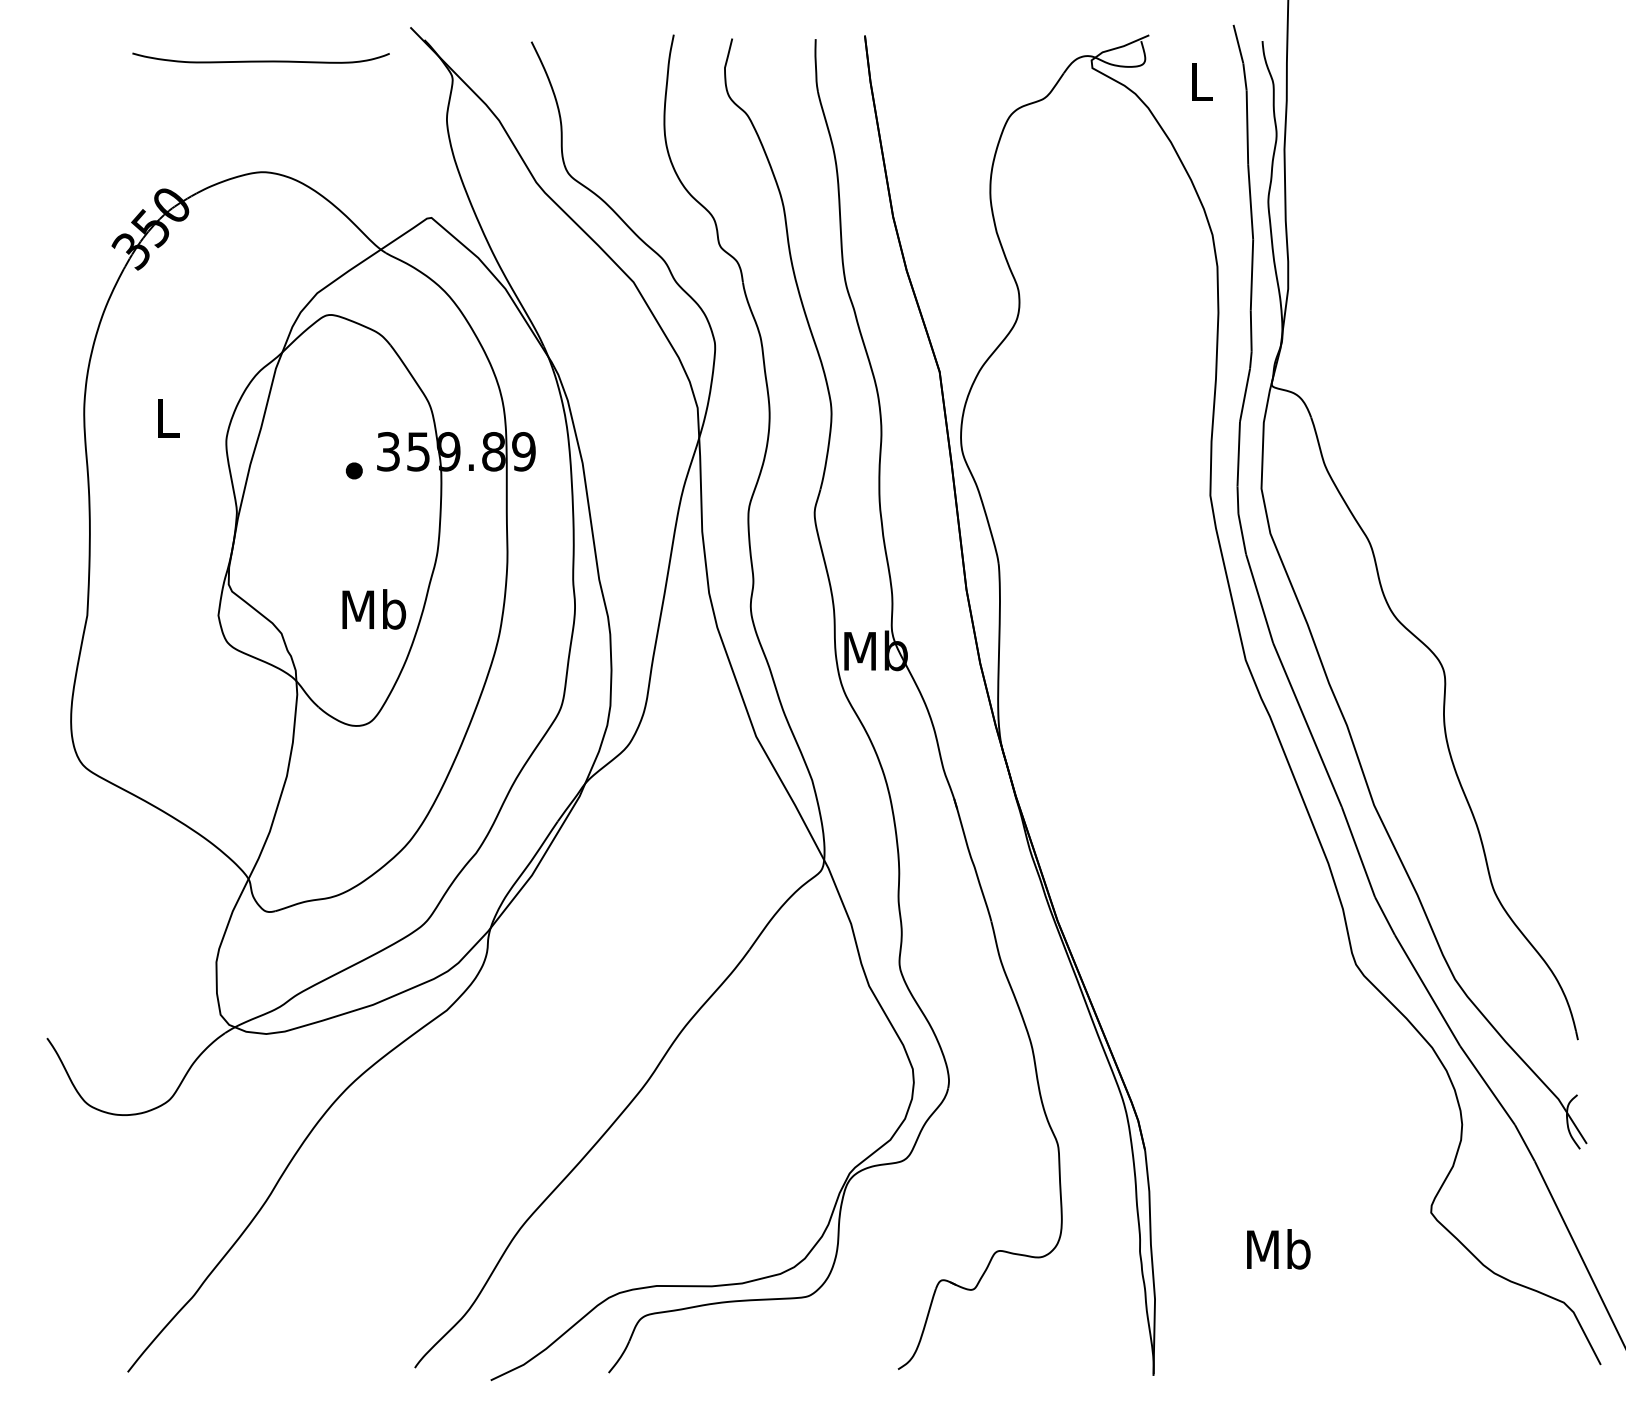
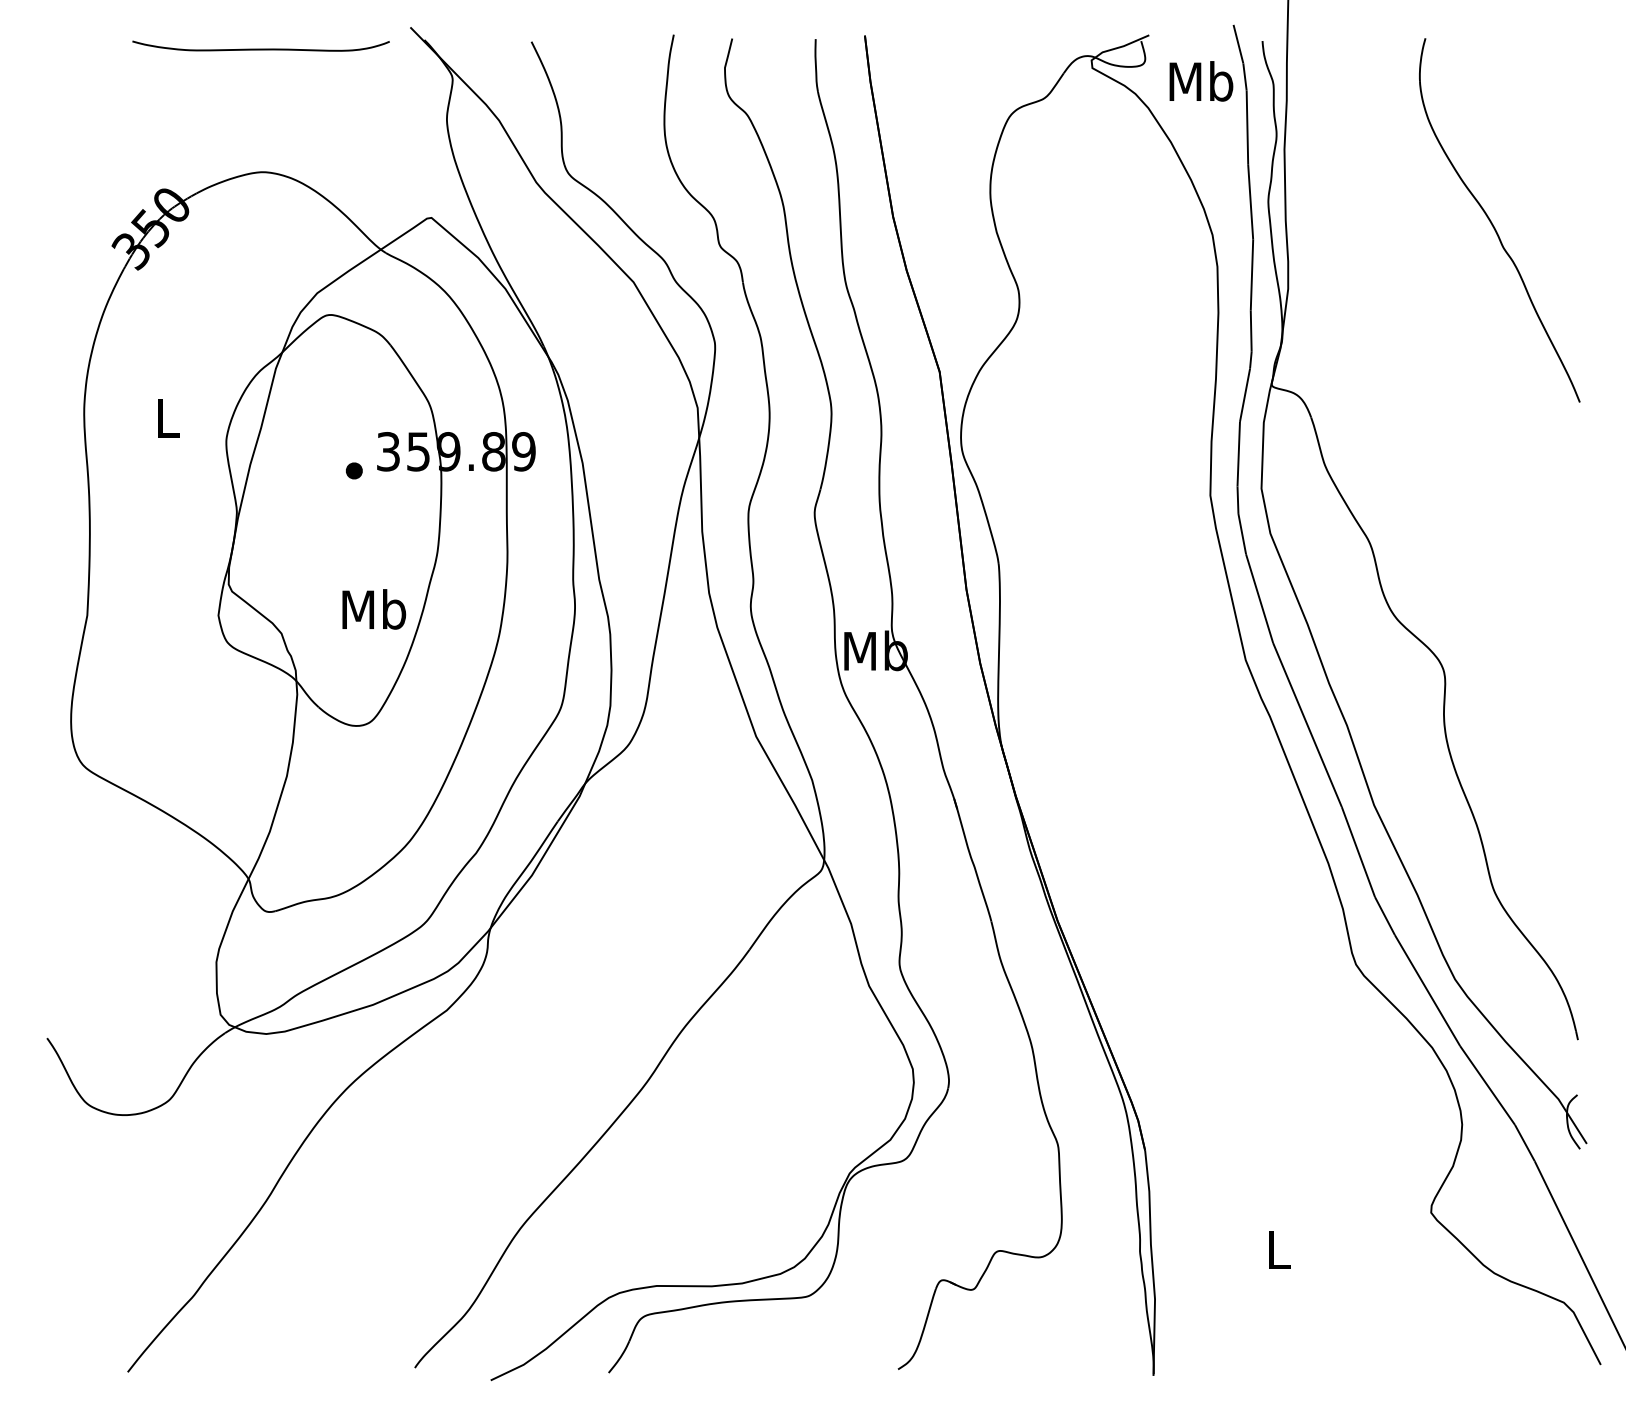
curve at (260, 60) position: (260, 60) -> (260, 48)
text at (1201, 81): L -> Mb
part at (1493, 224): none -> present
text at (1278, 1249): Mb -> L
